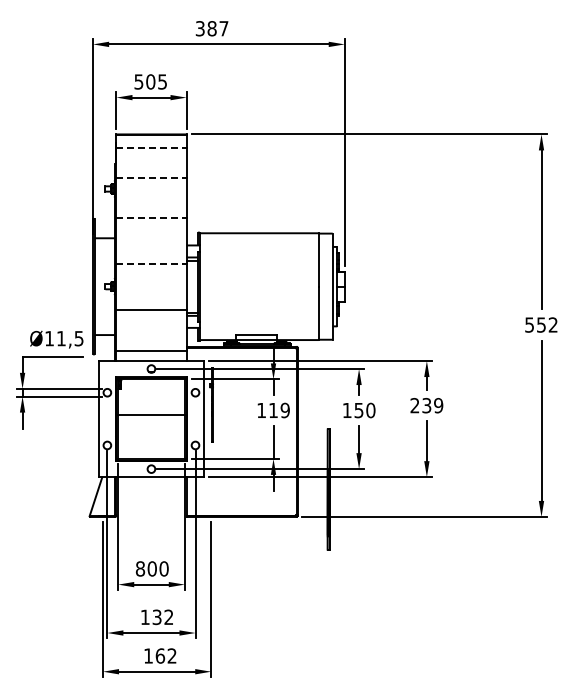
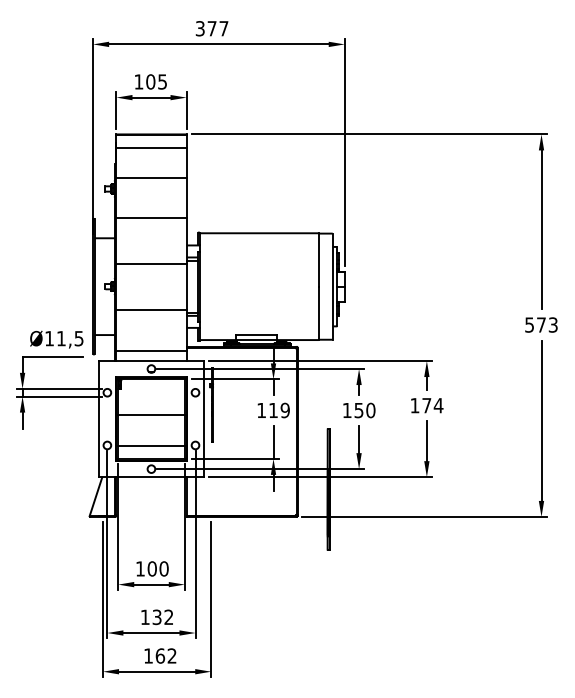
text at (211, 28): 387 -> 377
text at (138, 81): 505 -> 105
line at (152, 148): dashed -> solid
line at (152, 178): dashed -> solid
line at (152, 218): dashed -> solid
line at (152, 263): dashed -> solid
text at (547, 324): 552 -> 573
text at (426, 405): 239 -> 174
line at (151, 445): none -> present
text at (140, 568): 800 -> 100
